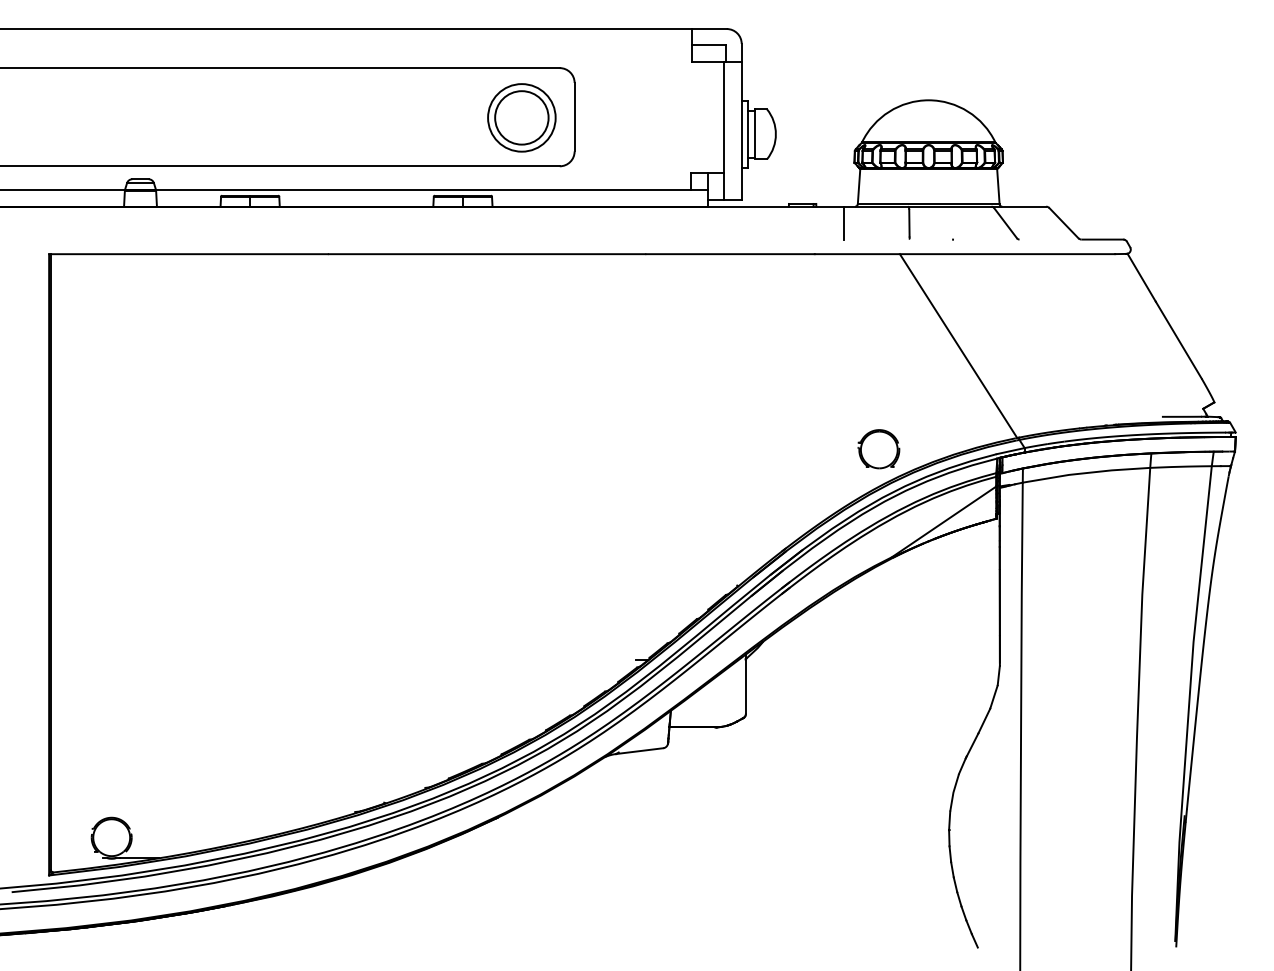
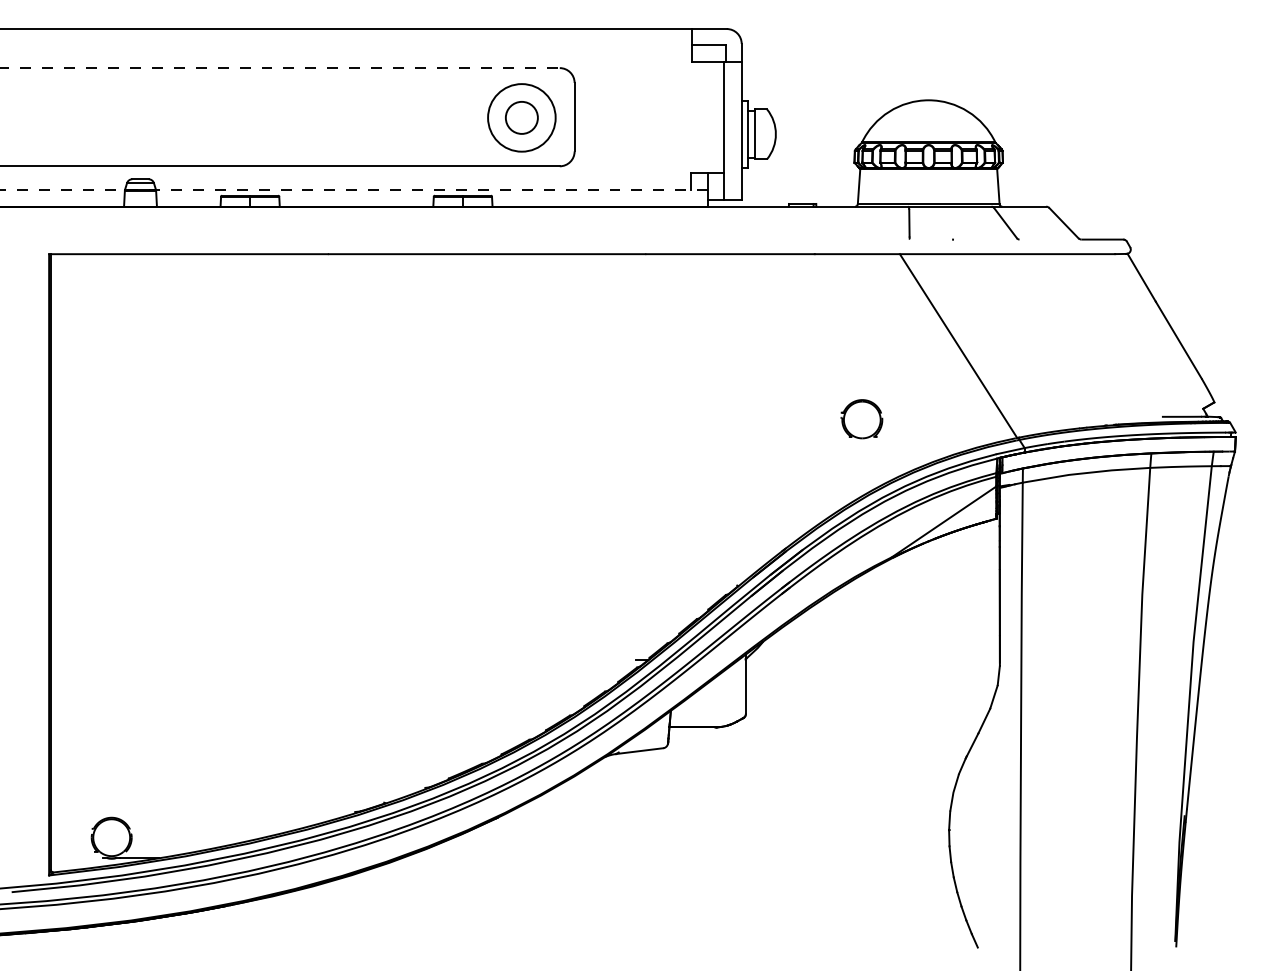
line at (280, 68): solid -> dashed
circle at (521, 117) diameter: 53 px -> 32 px
line at (354, 189): solid -> dashed
line at (843, 222): present -> none
part at (878, 449) position: (878, 449) -> (861, 419)
